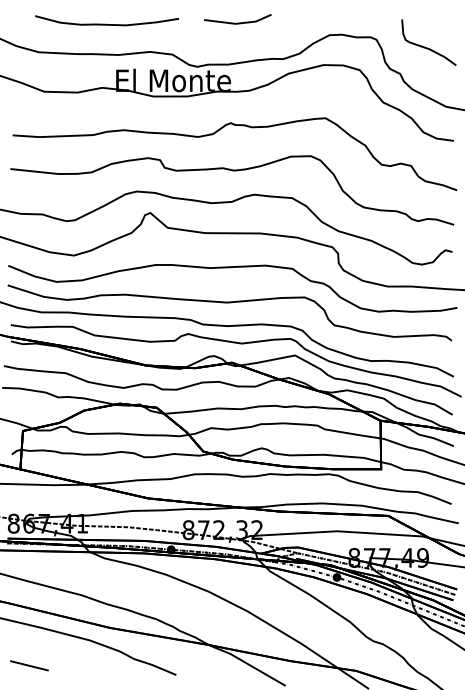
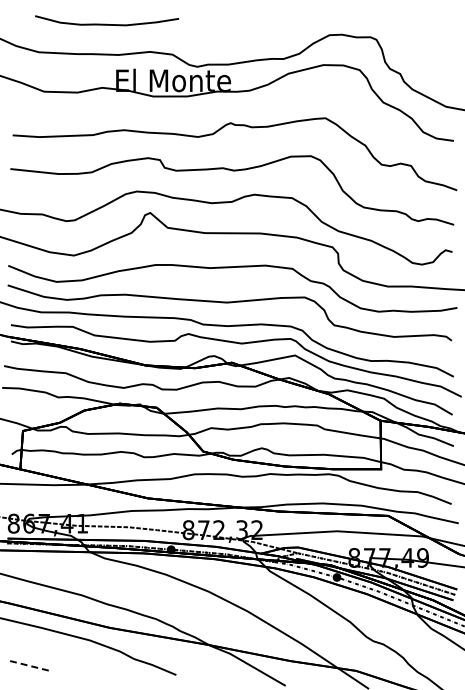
line at (237, 22): present -> none
curve at (425, 46): present -> none
line at (29, 665): solid -> dashed
